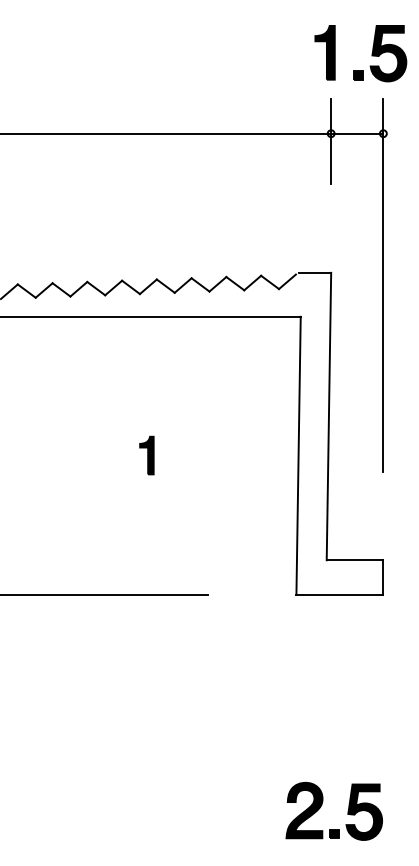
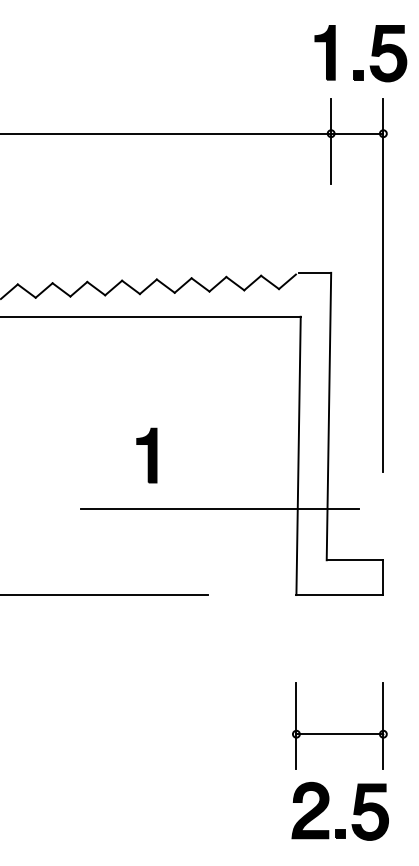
part at (146, 455) size: 16x41 px -> 22x57 px
line at (219, 509): none -> present
part at (339, 733): none -> present
part at (322, 805) position: (322, 805) -> (328, 805)
